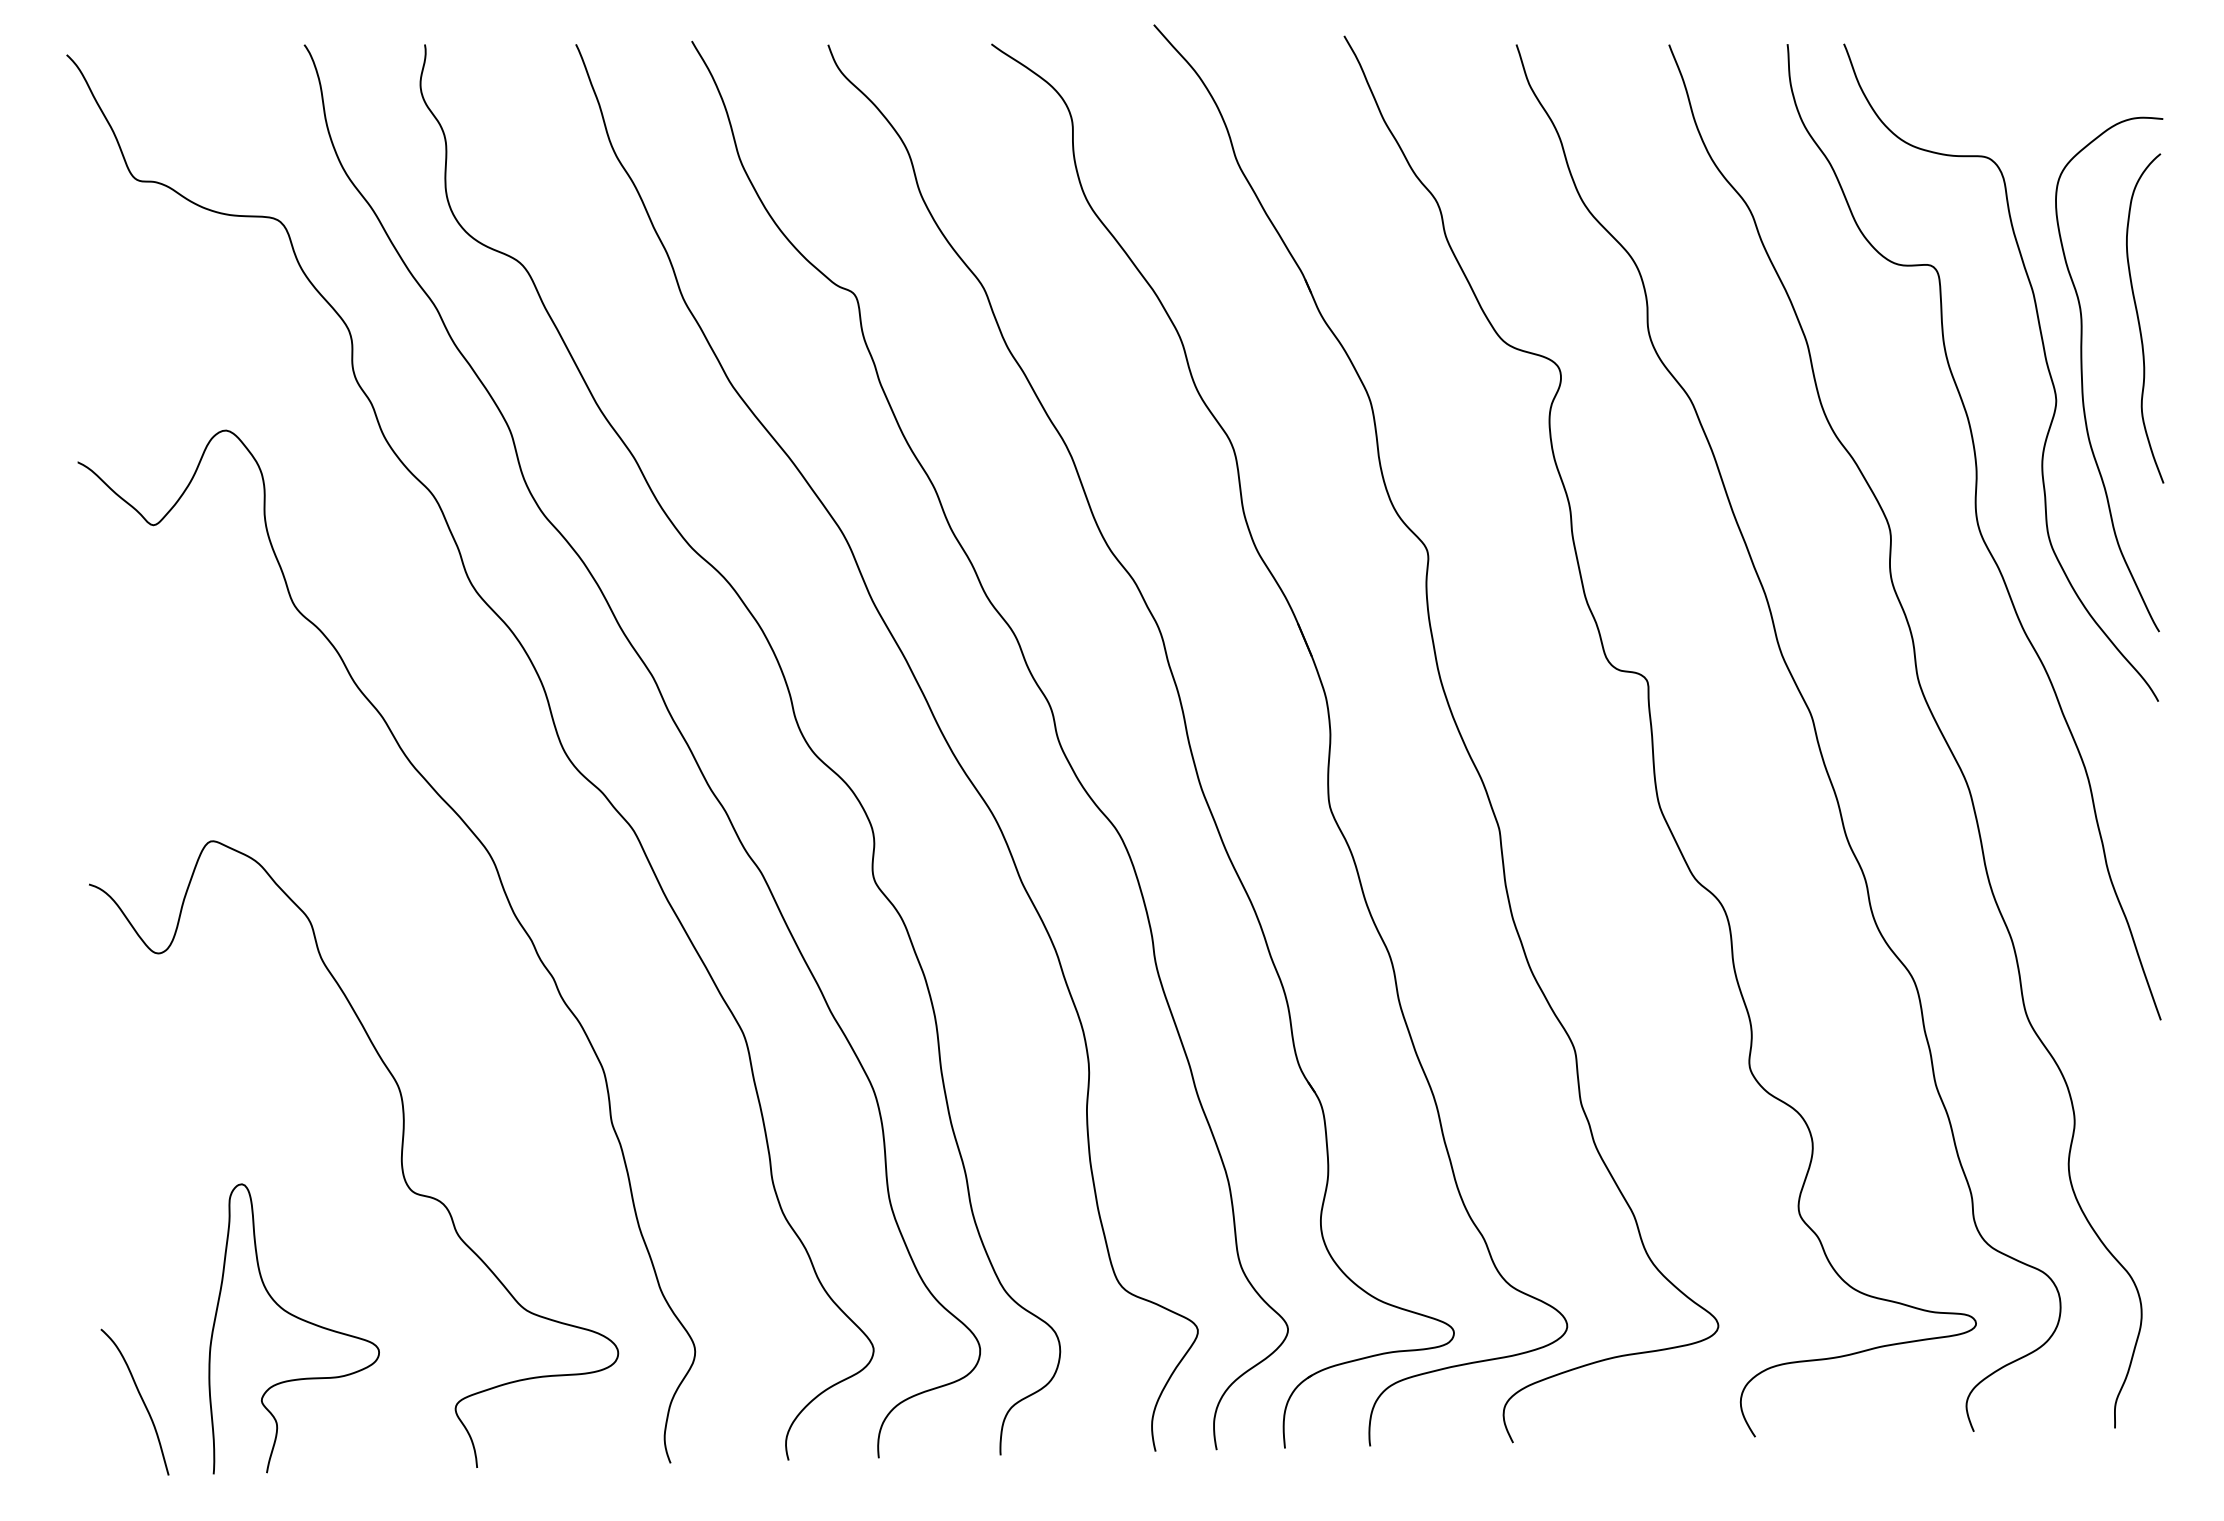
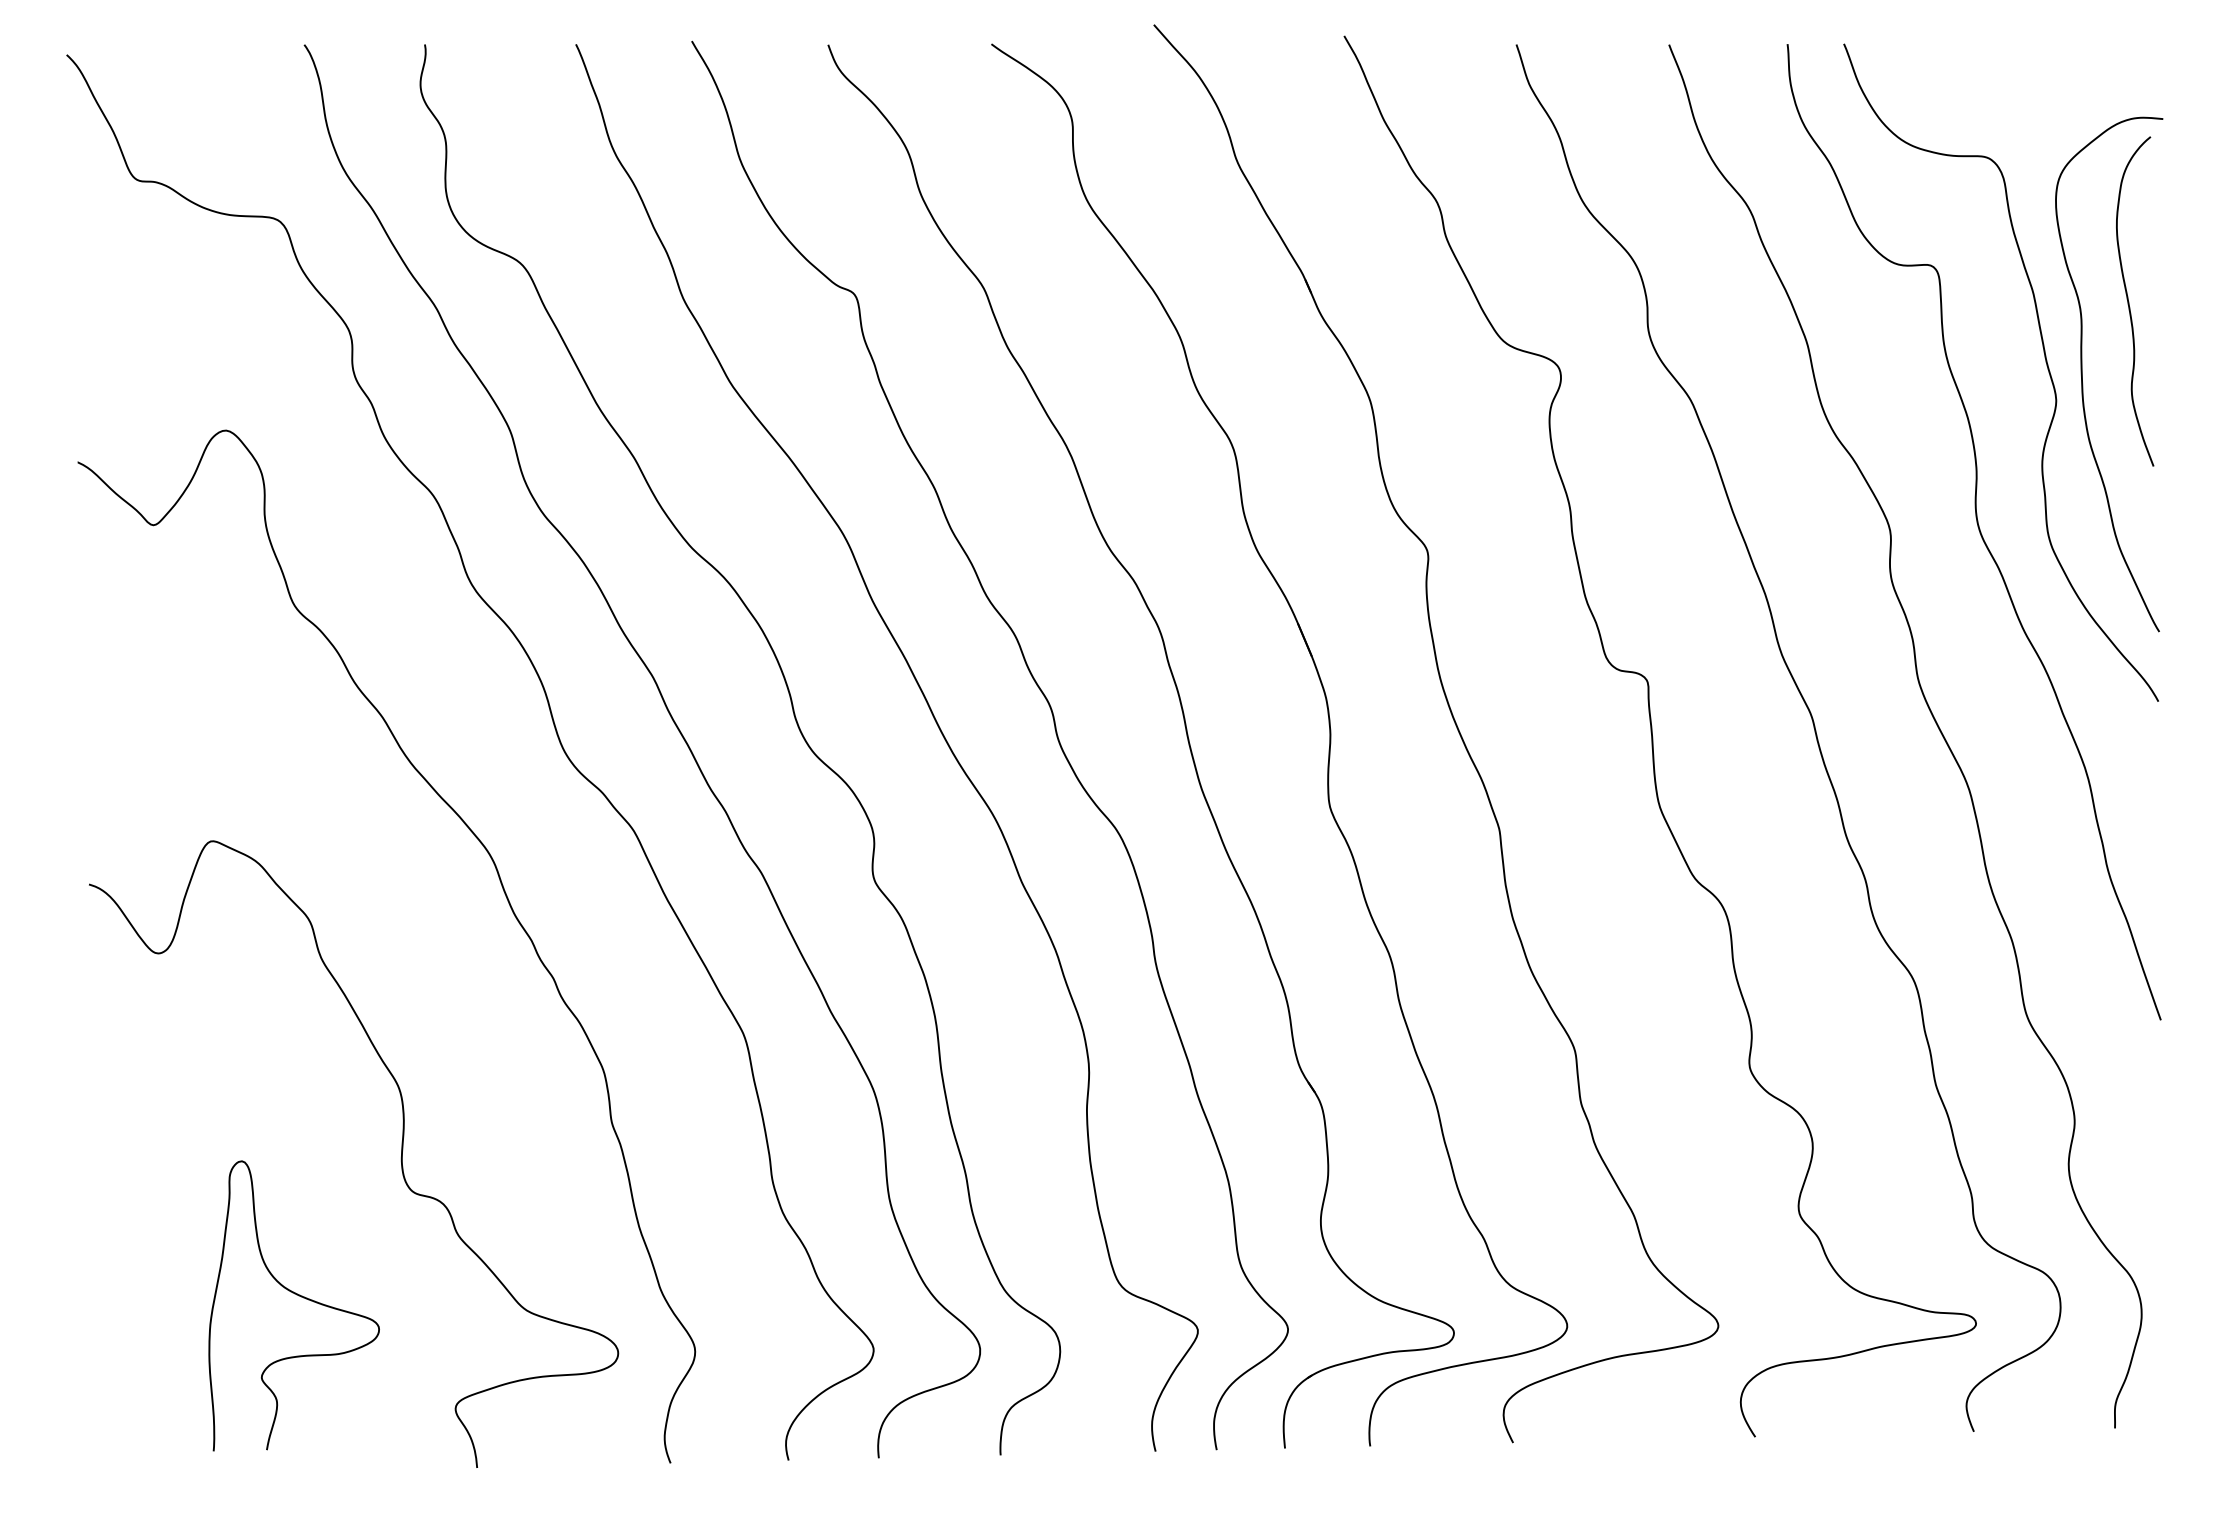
curve at (2139, 318) position: (2139, 318) -> (2129, 301)
curve at (298, 1319) position: (298, 1319) -> (298, 1296)
curve at (140, 1398): present -> none
